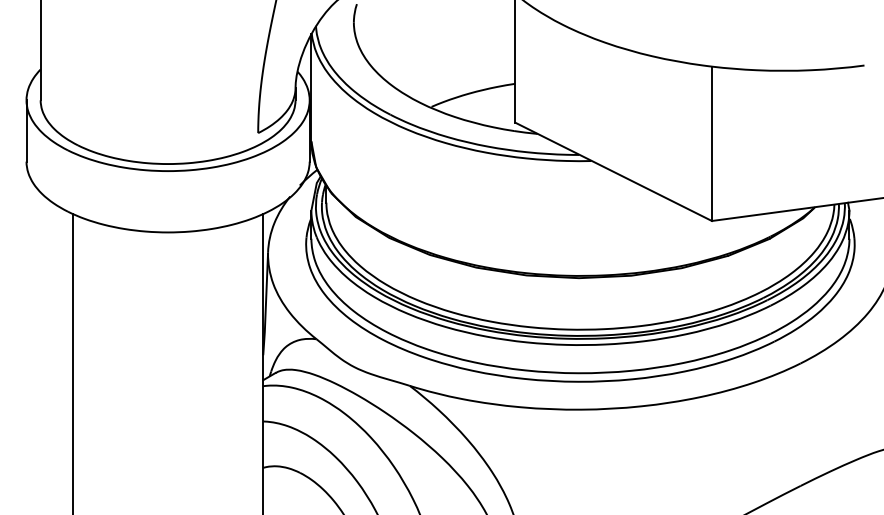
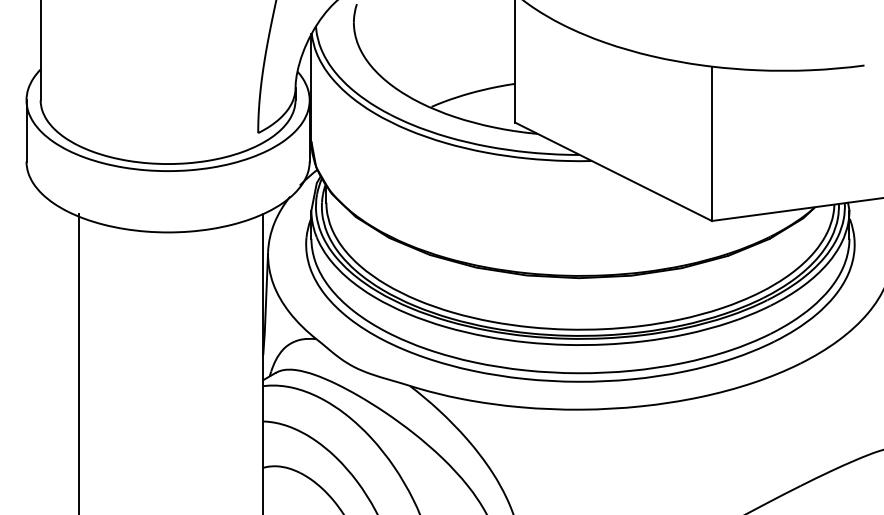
line at (72, 362) position: (72, 362) -> (78, 362)
